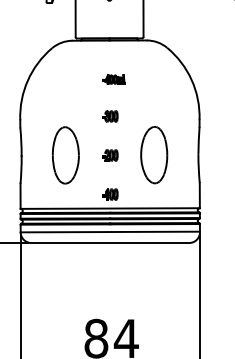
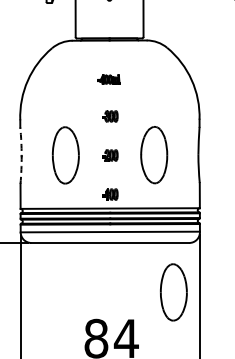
part at (113, 79) position: (113, 79) -> (108, 79)
arc at (21, 155): solid -> dashed
part at (173, 292): none -> present
